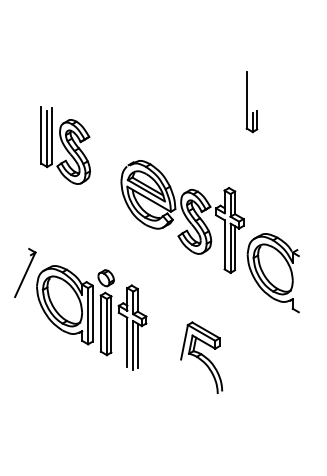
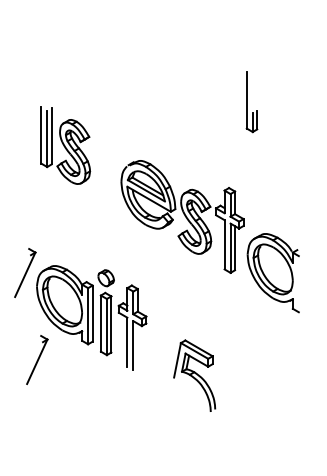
line at (137, 345): present -> none
part at (201, 357) position: (201, 357) -> (194, 375)
part at (37, 359): none -> present
